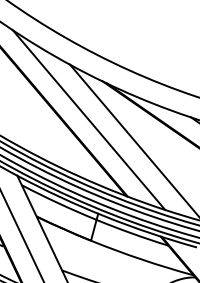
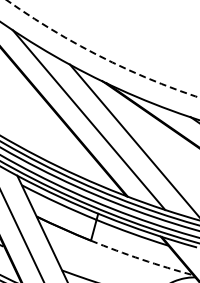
circle at (102, 48): solid -> dashed
arc at (141, 259): solid -> dashed
